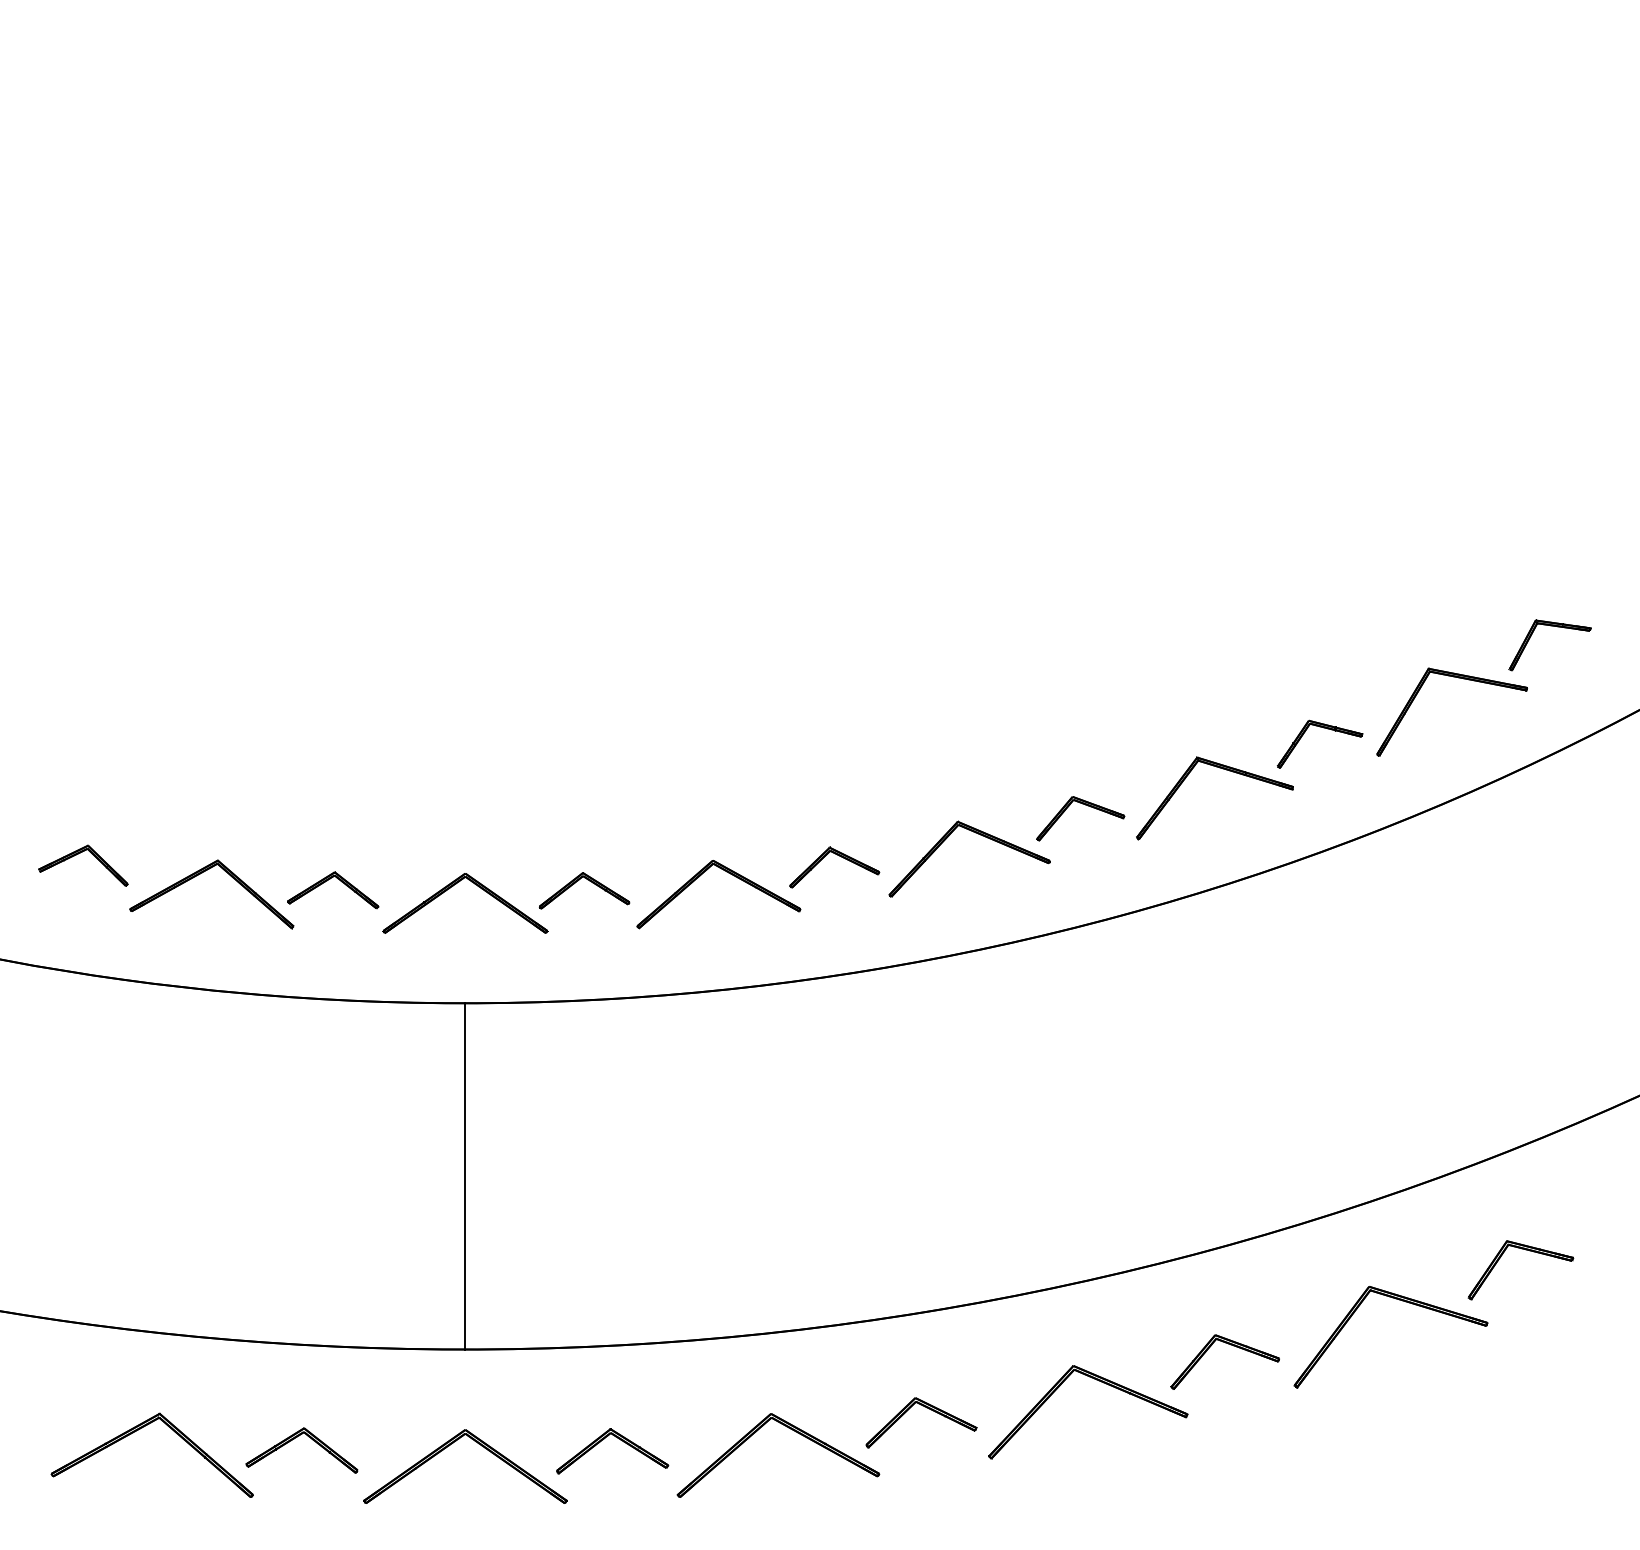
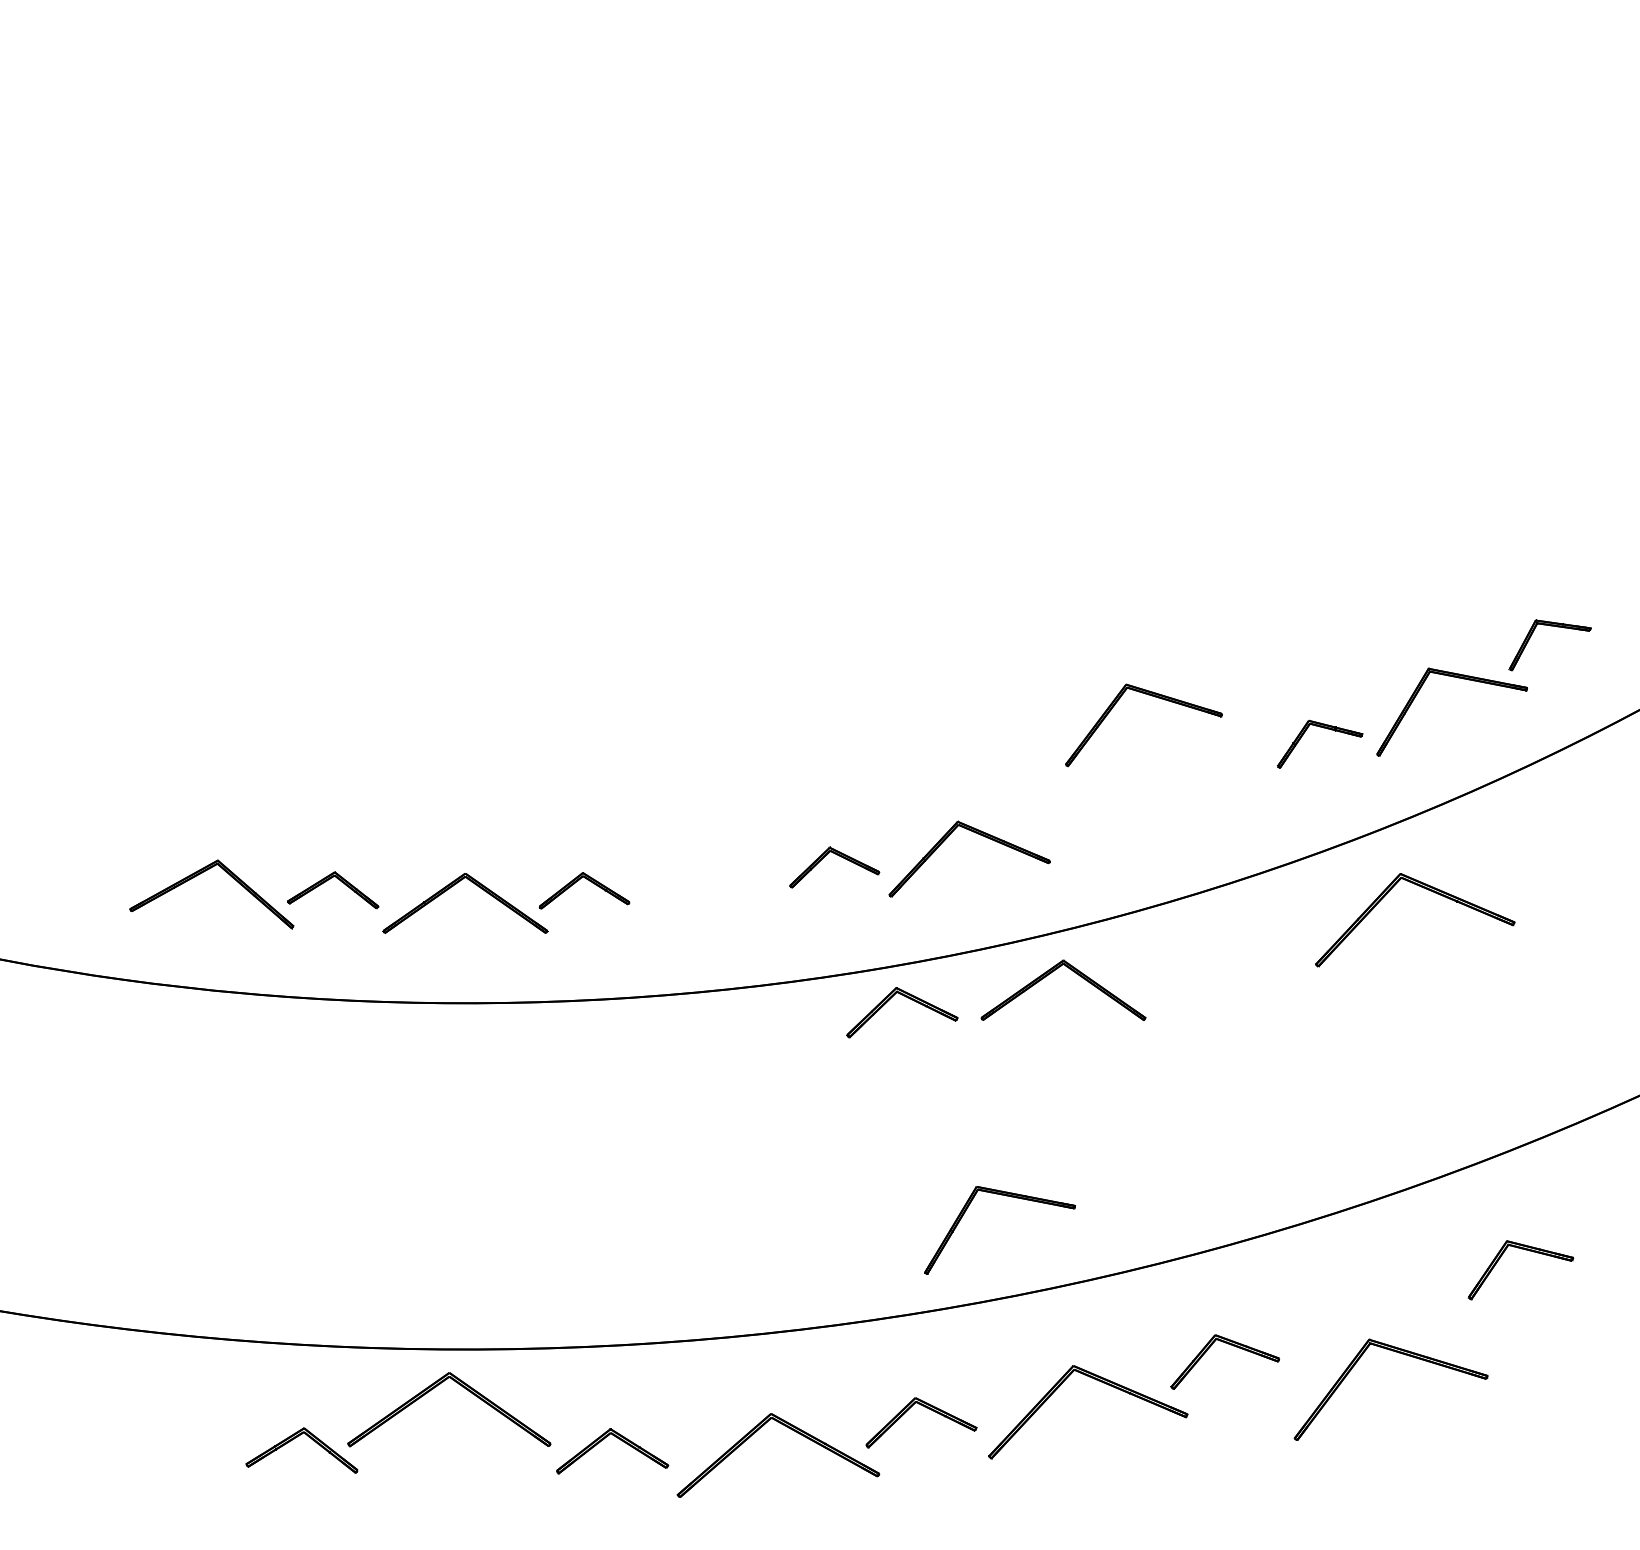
part at (1223, 769) position: (1223, 769) -> (1152, 696)
part at (1085, 805): present -> none
part at (78, 854): present -> none
part at (728, 873): present -> none
part at (1430, 891): none -> present
part at (1076, 974): none -> present
part at (907, 998): none -> present
line at (465, 1176): present -> none
part at (1006, 1196): none -> present
part at (1402, 1301) position: (1402, 1301) -> (1402, 1354)
part at (138, 1430): present -> none
part at (478, 1444) position: (478, 1444) -> (462, 1387)
